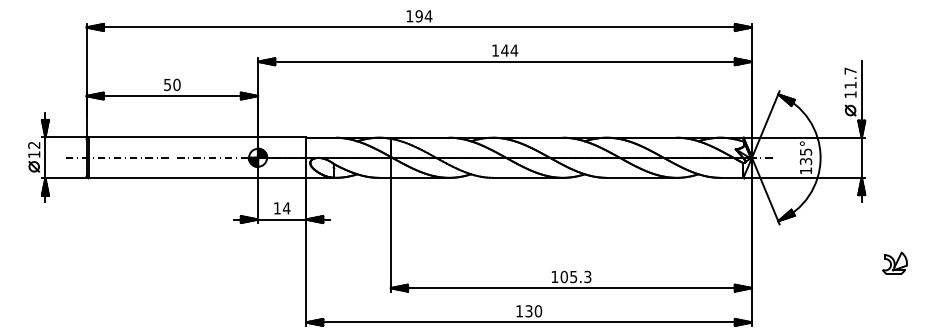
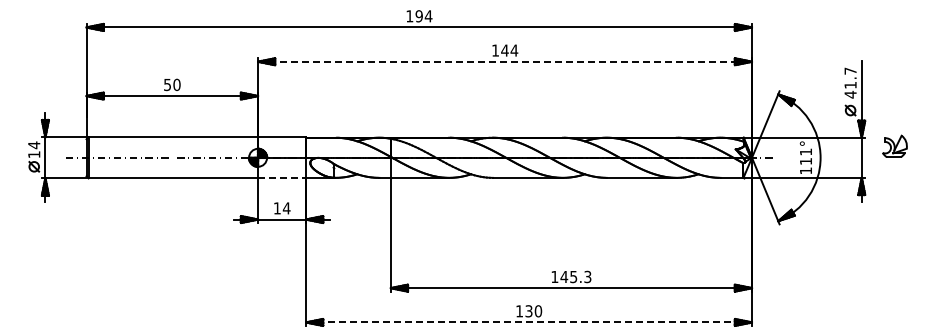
line at (505, 61): solid -> dashed
text at (850, 94): 11.7 -> 41.7
text at (34, 145): 12 -> 14
text at (805, 156): 135° -> 111°
line at (282, 178): solid -> dashed
part at (894, 262) position: (894, 262) -> (894, 145)
text at (564, 276): 105.3 -> 145.3
line at (529, 322): solid -> dashed
